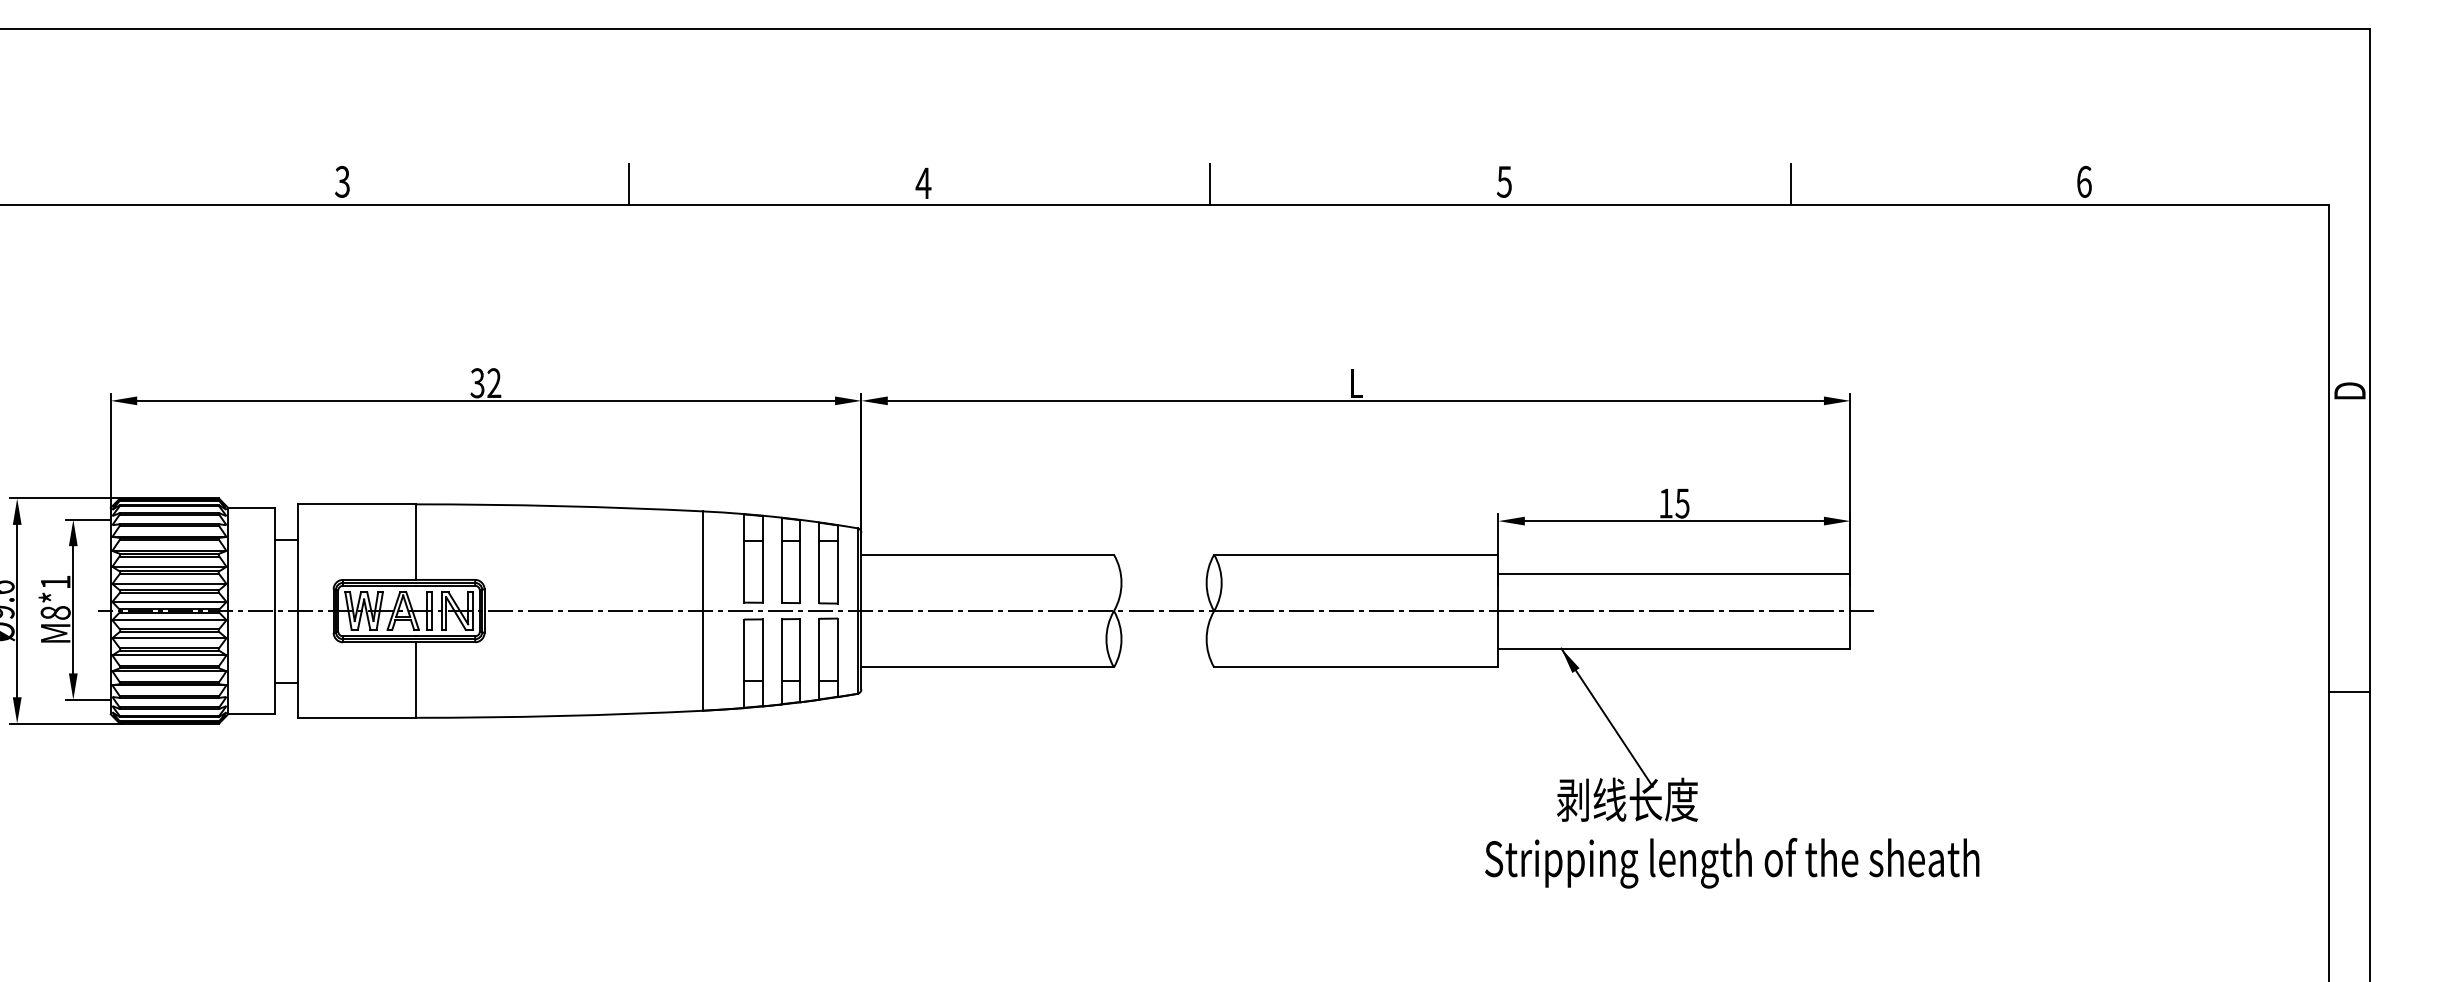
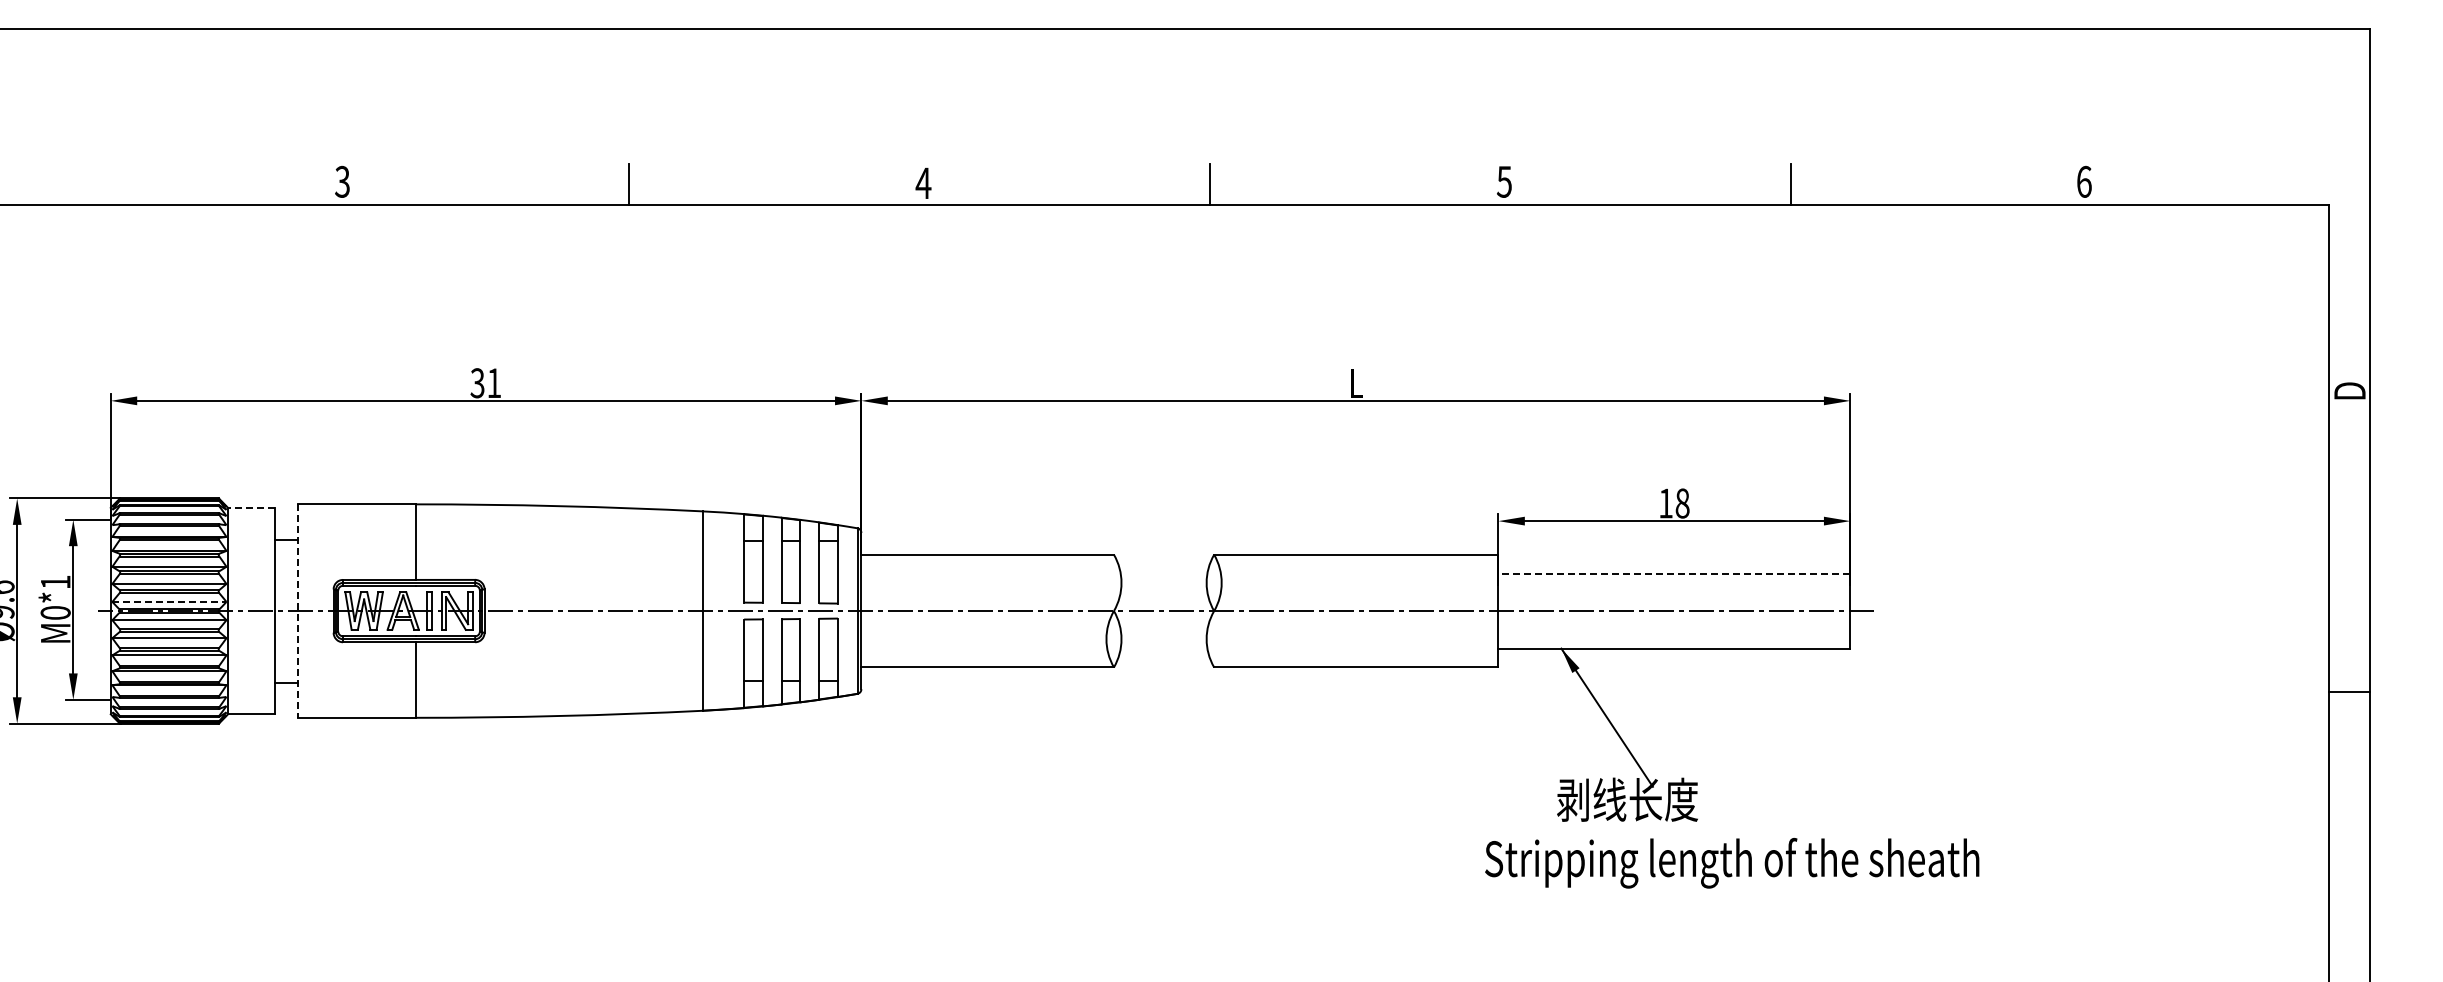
text at (494, 382): 32 -> 31
text at (1682, 503): 15 -> 18
line at (251, 507): solid -> dashed
line at (1674, 573): solid -> dashed
line at (169, 601): solid -> dashed
line at (298, 611): solid -> dashed
text at (55, 612): M8*1 -> M0*1
